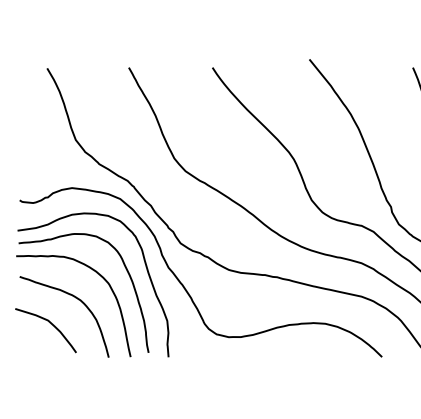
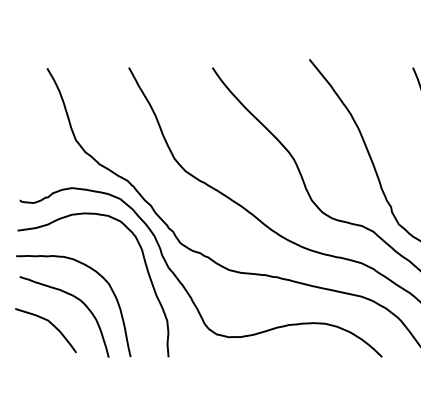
curve at (126, 271): present -> none
